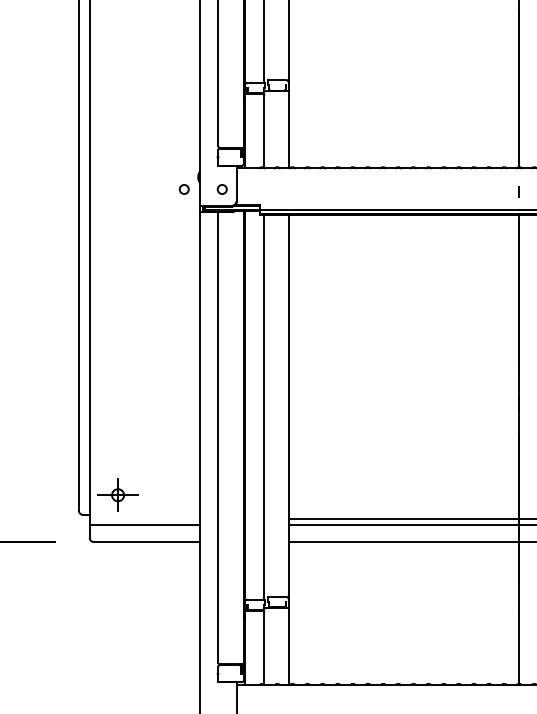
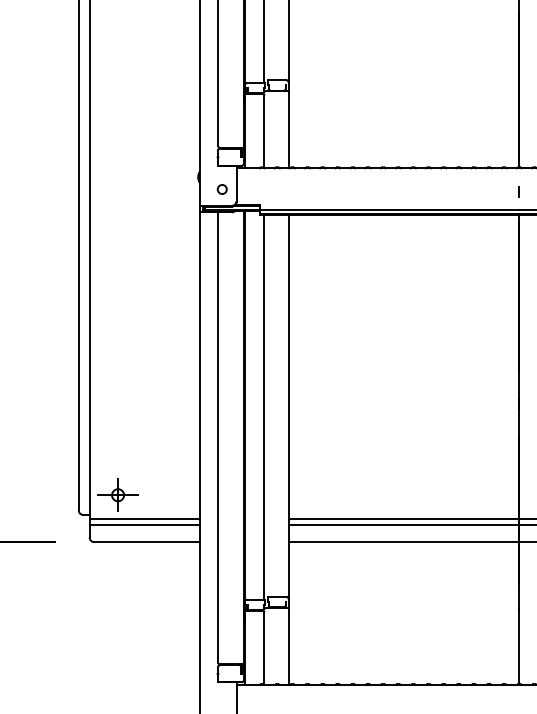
circle at (183, 189): present -> none
line at (144, 519): none -> present
